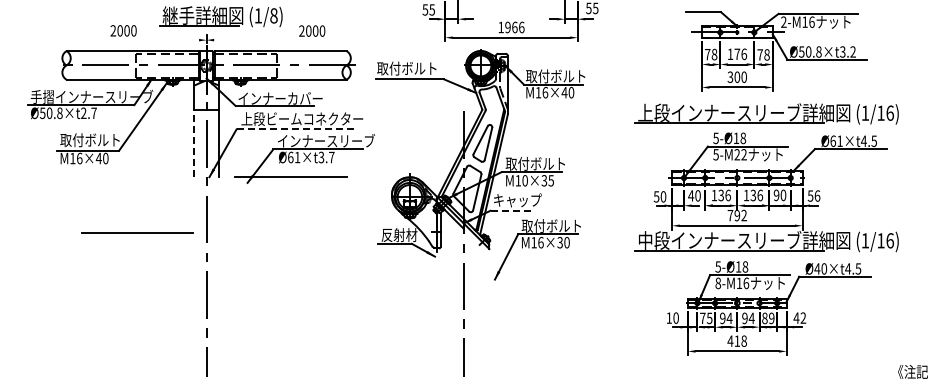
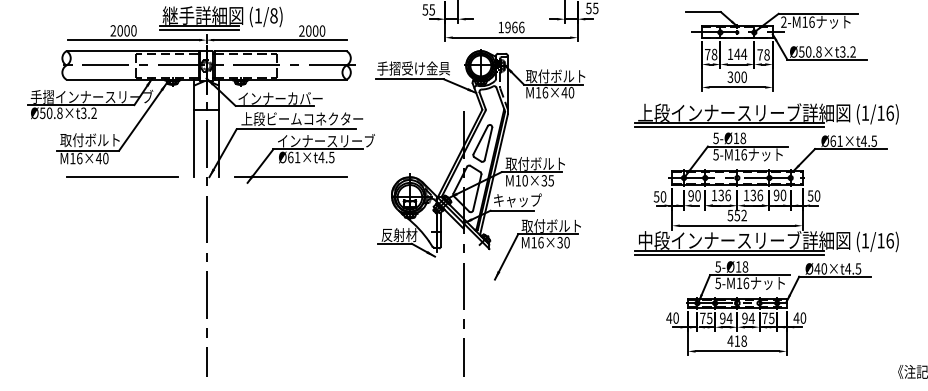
line at (198, 29): none -> present
line at (133, 40): none -> present
line at (279, 40): none -> present
text at (740, 54): 176 -> 144
text at (413, 68): 取付ボルト -> 手摺受け金具
text at (88, 113): Ø50.8×t2.7 -> Ø50.8×t3.2
line at (729, 127): none -> present
line at (296, 129): dashed -> solid
line at (194, 143): dashed -> solid
text at (740, 154): 5-M22 -> 5-M16
text at (326, 157): Ø61×t3.7 -> Ø61×t4.5
text at (691, 195): 40 -> 90
text at (817, 195): 56 -> 50
line at (512, 210): dashed -> solid
text at (733, 215): 792 -> 552
line at (137, 232) position: (137, 232) -> (122, 176)
line at (729, 254): none -> present
text at (718, 282): 8-M16 -> 5-M16
text at (669, 317): 10 -> 40
text at (803, 317): 42 -> 40
text at (768, 318): 89 -> 75
